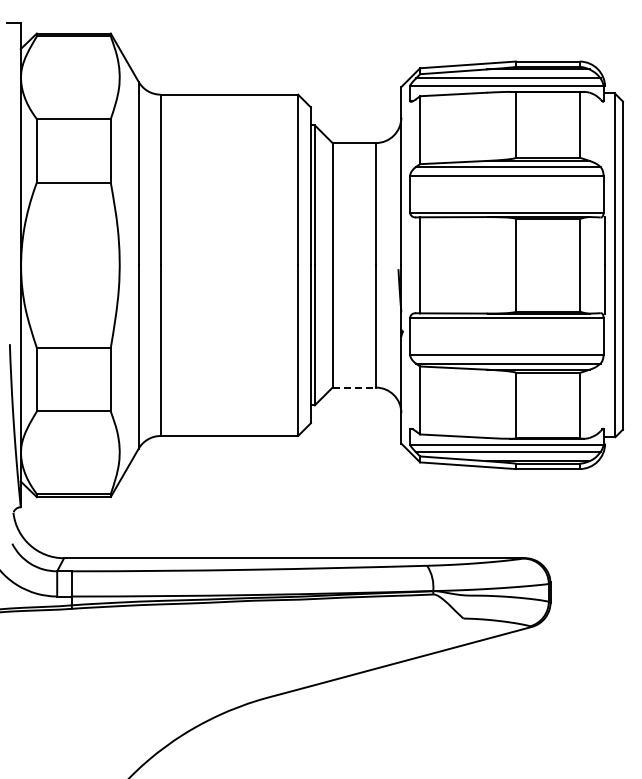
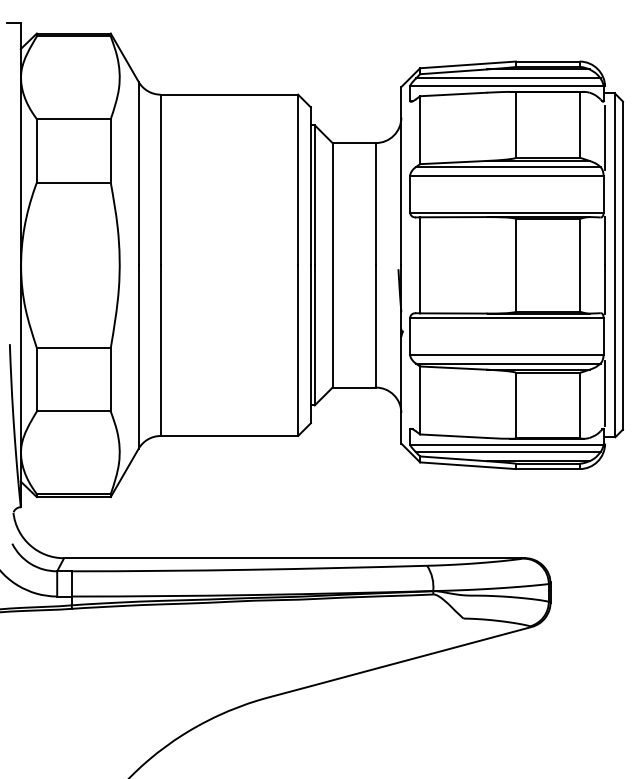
line at (605, 137): none -> present
line at (354, 387): dashed -> solid
line at (605, 393): none -> present
